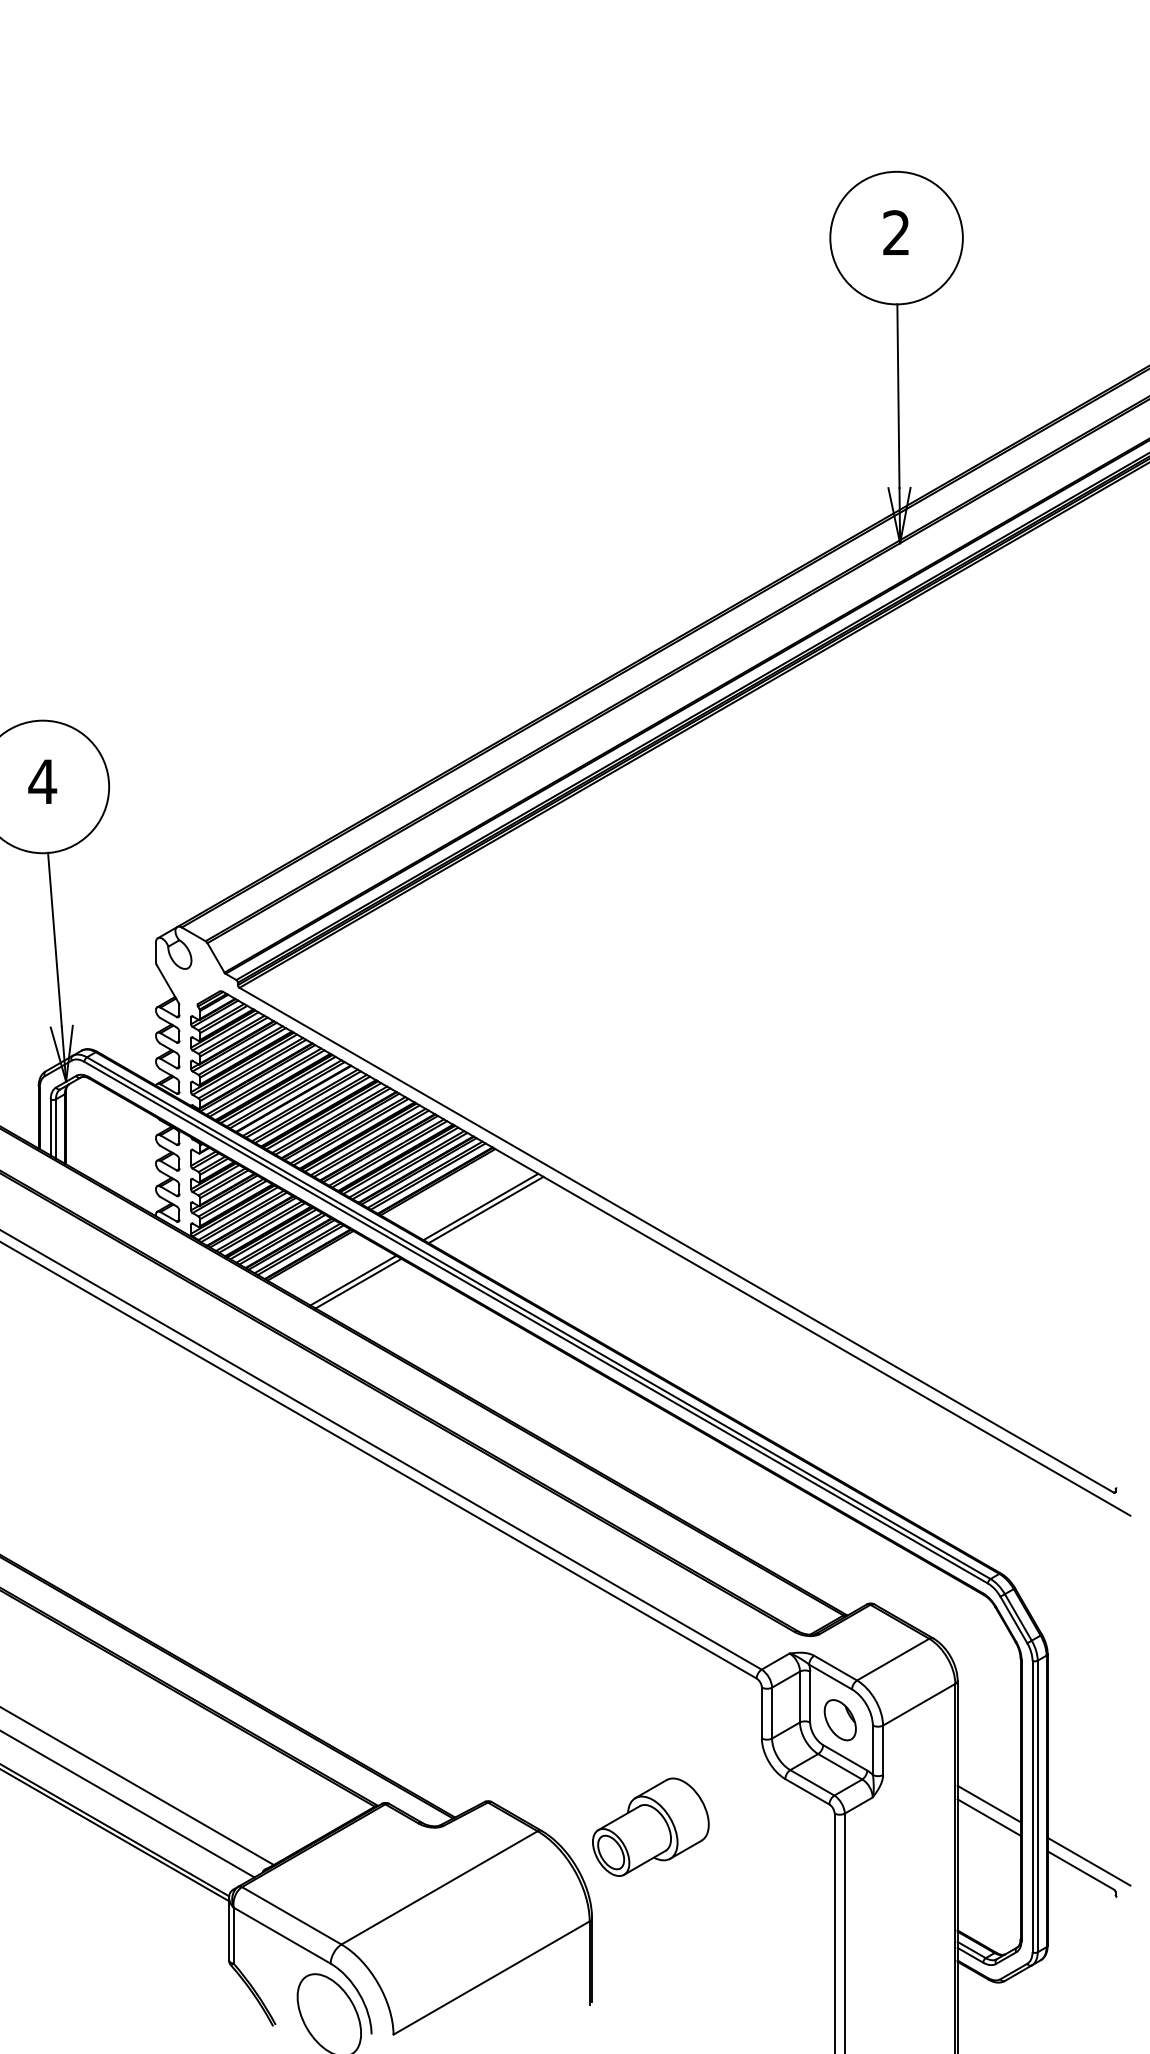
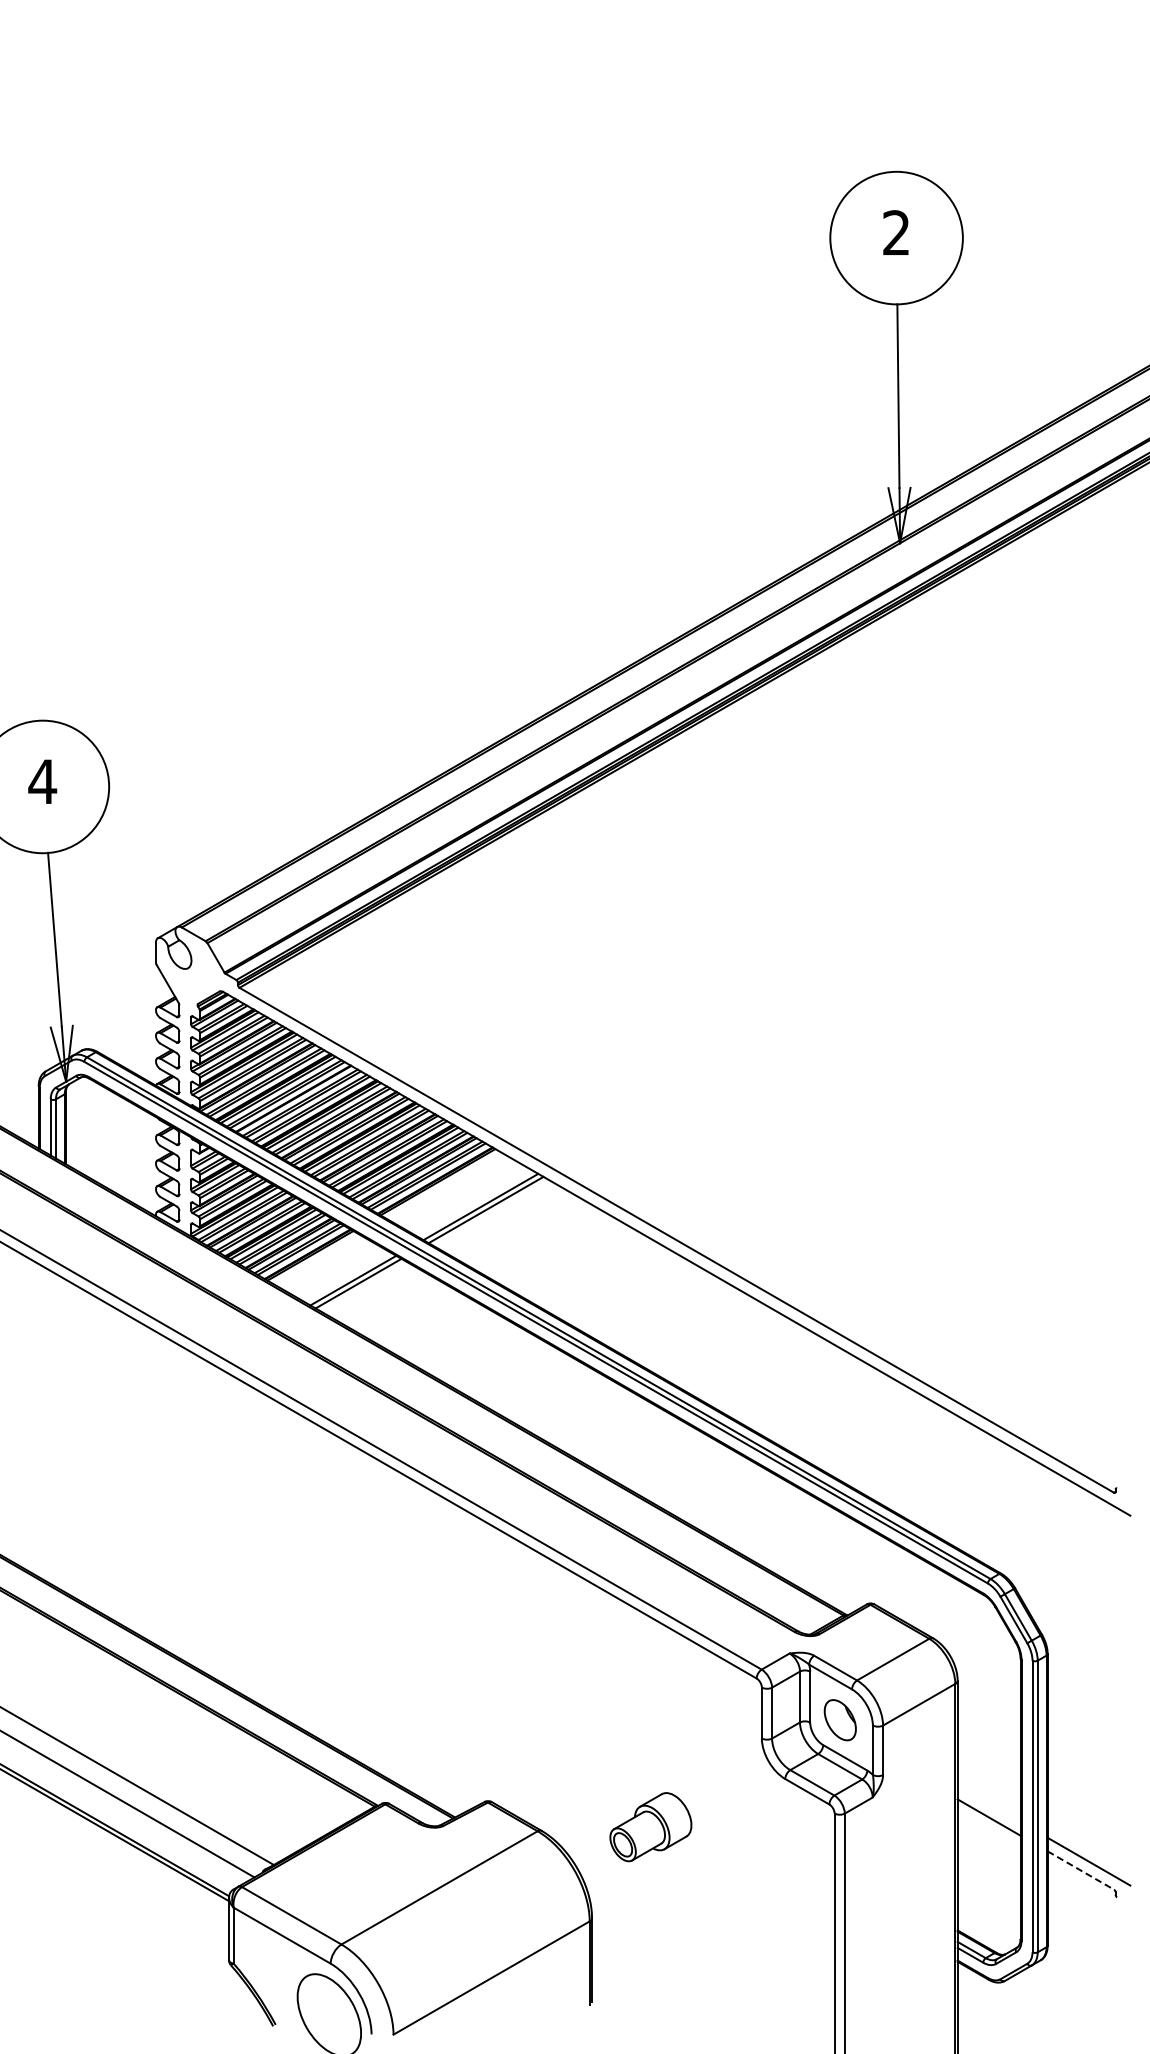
line at (988, 1803): present -> none
part at (650, 1826) size: 118x100 px -> 84x71 px
line at (1081, 1870): solid -> dashed
